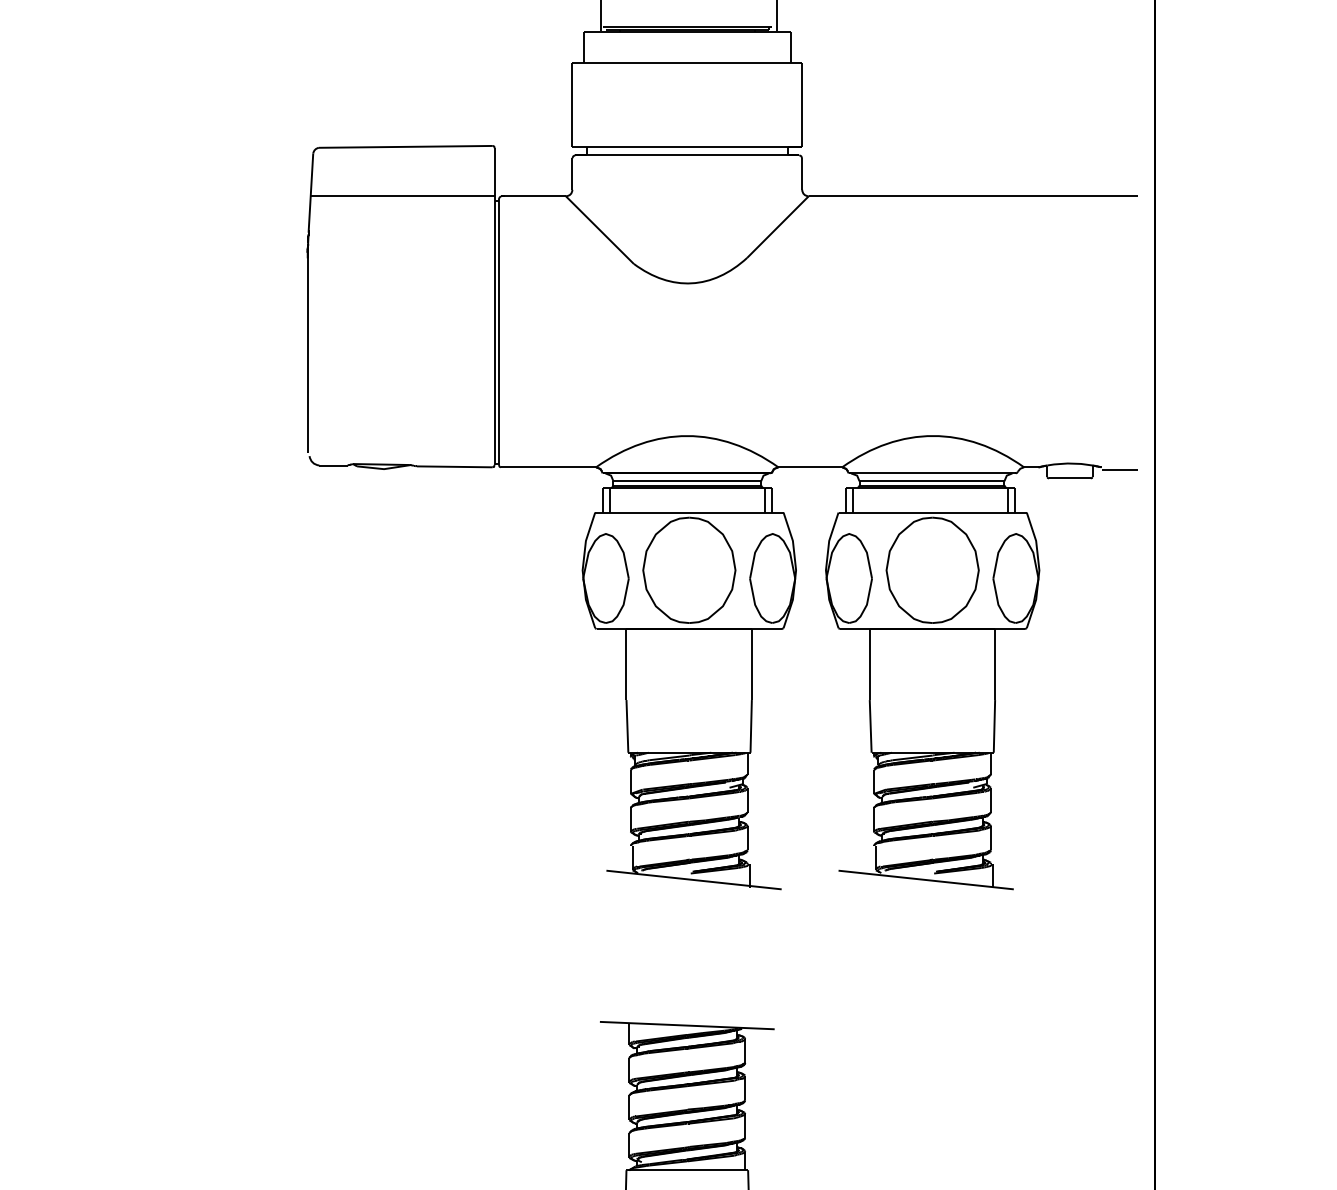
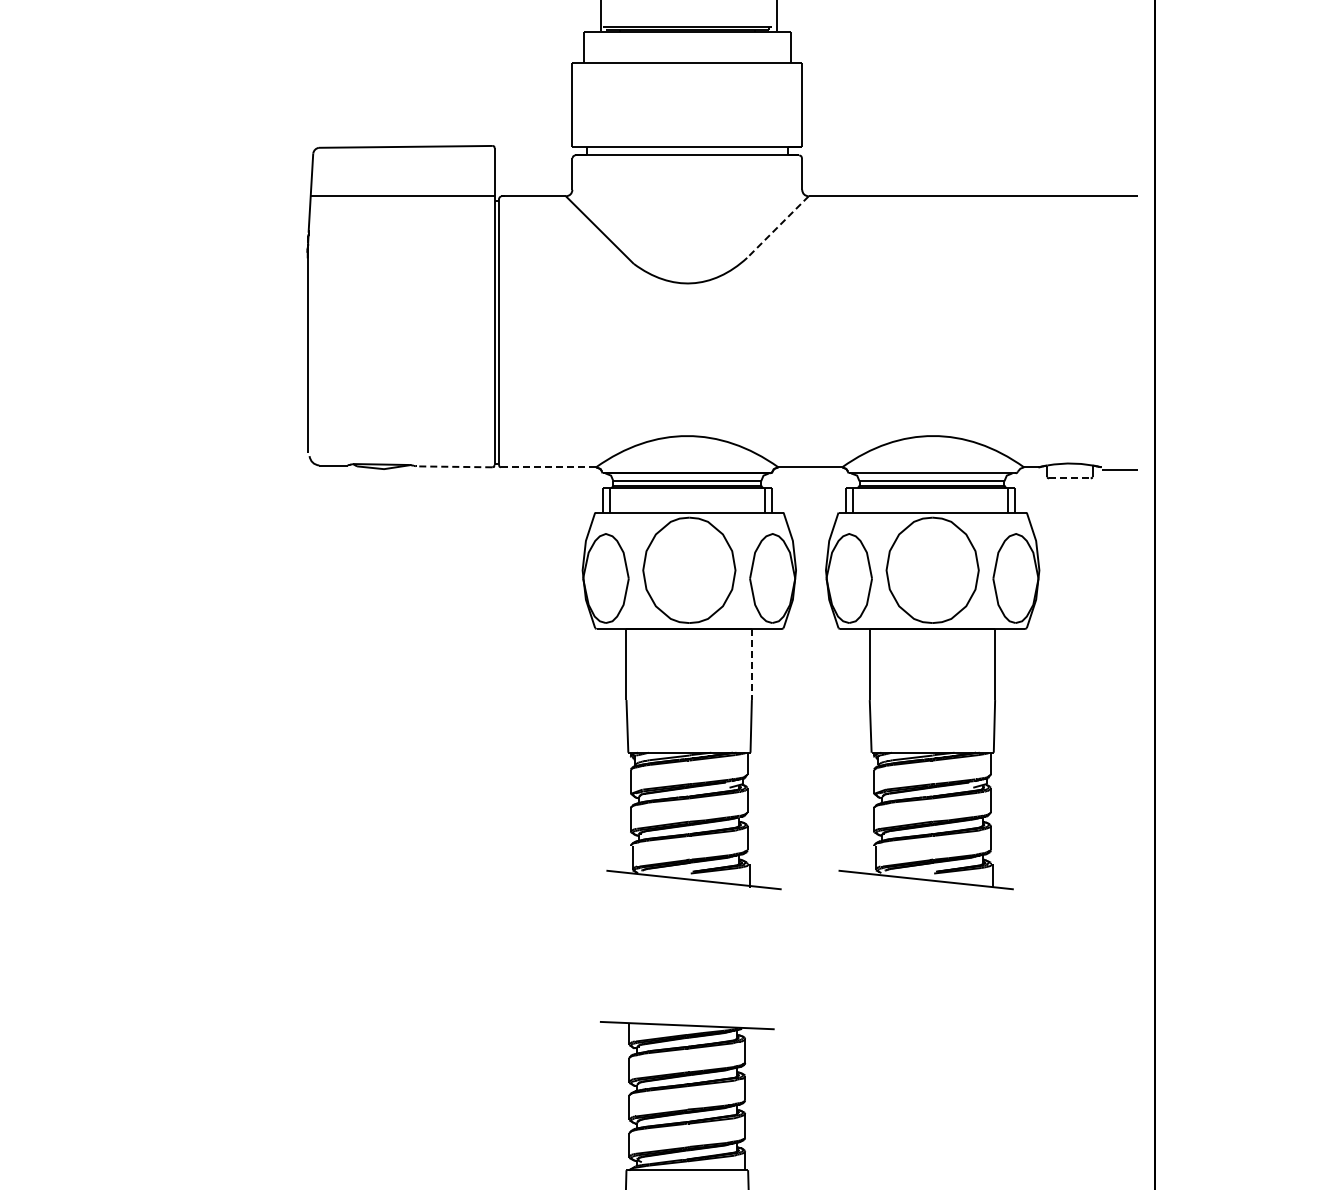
line at (777, 227): solid -> dashed
line at (454, 466): solid -> dashed
line at (548, 467): solid -> dashed
line at (1069, 478): solid -> dashed
line at (751, 665): solid -> dashed
